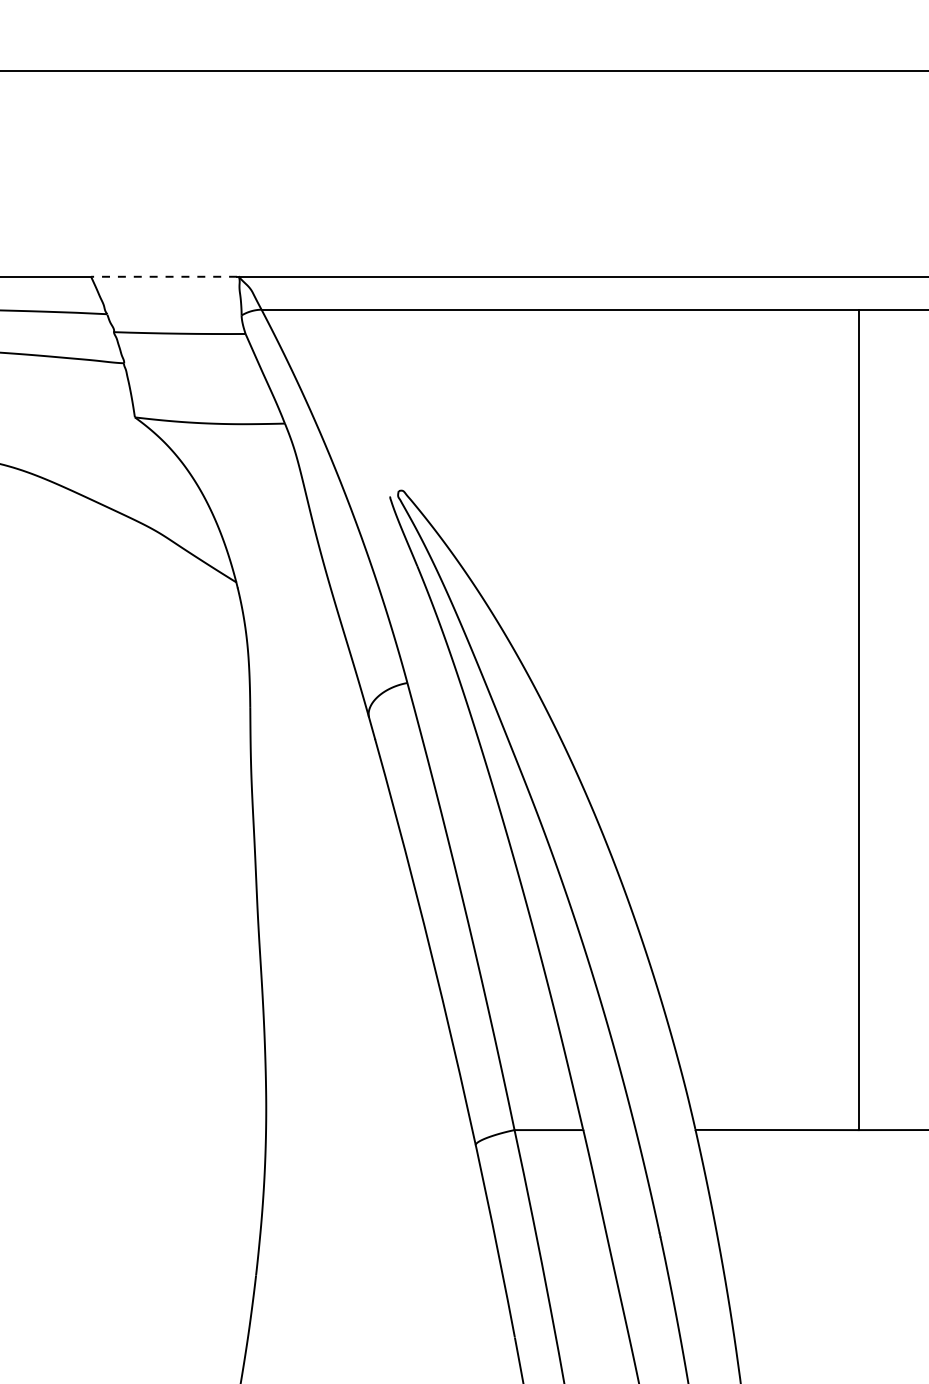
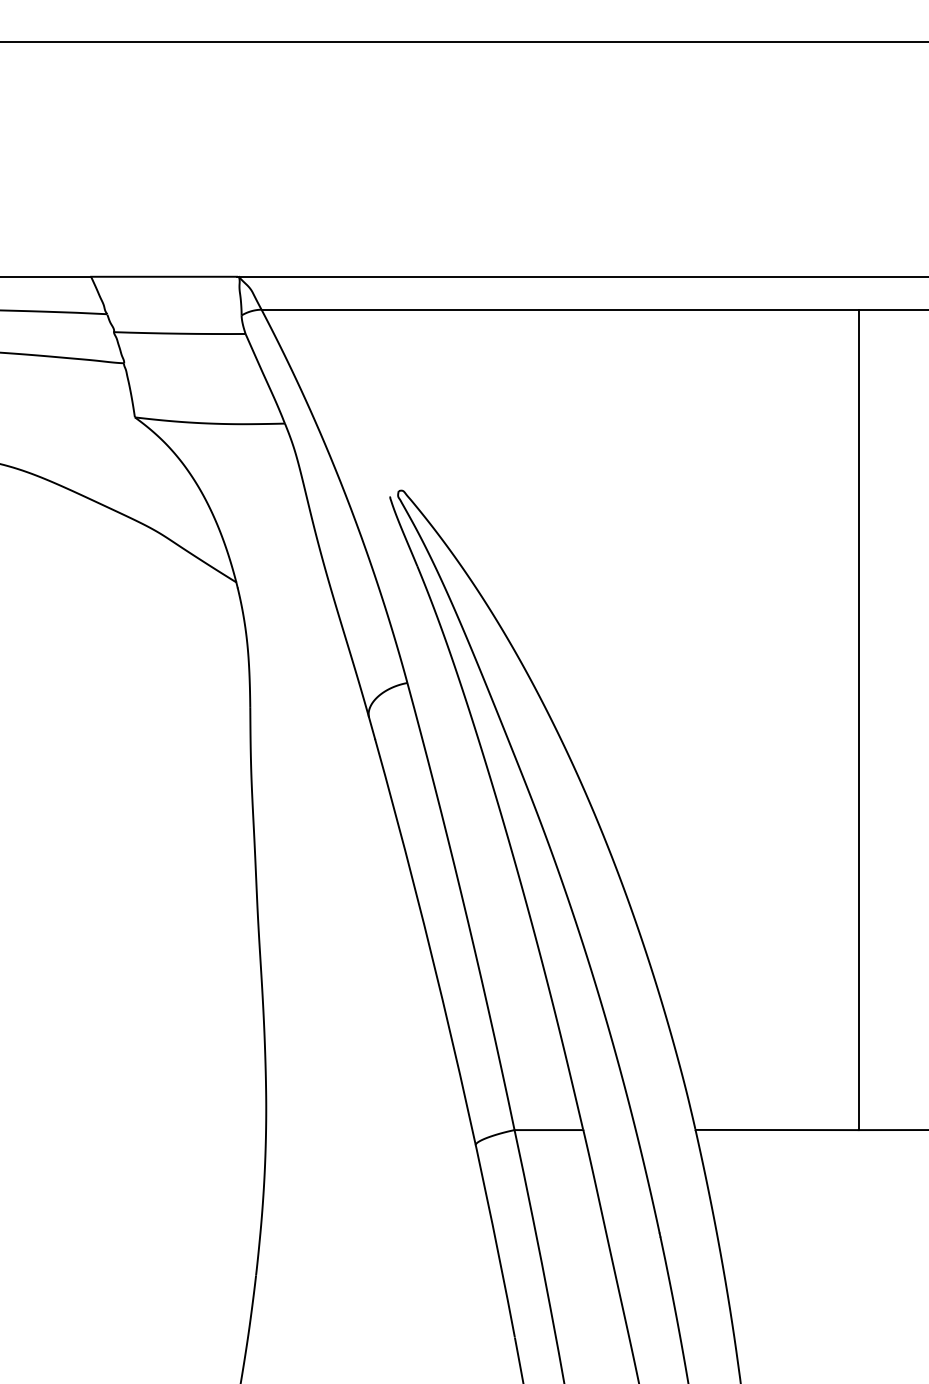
line at (463, 70) position: (463, 70) -> (463, 41)
line at (164, 276): dashed -> solid
